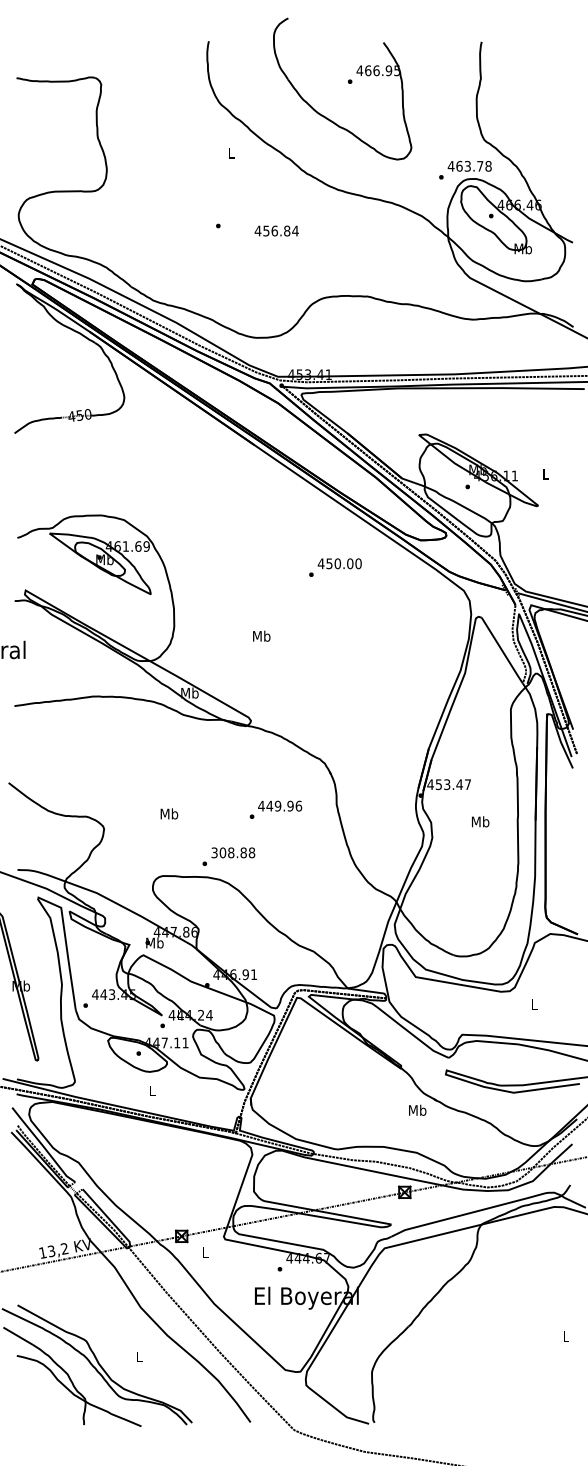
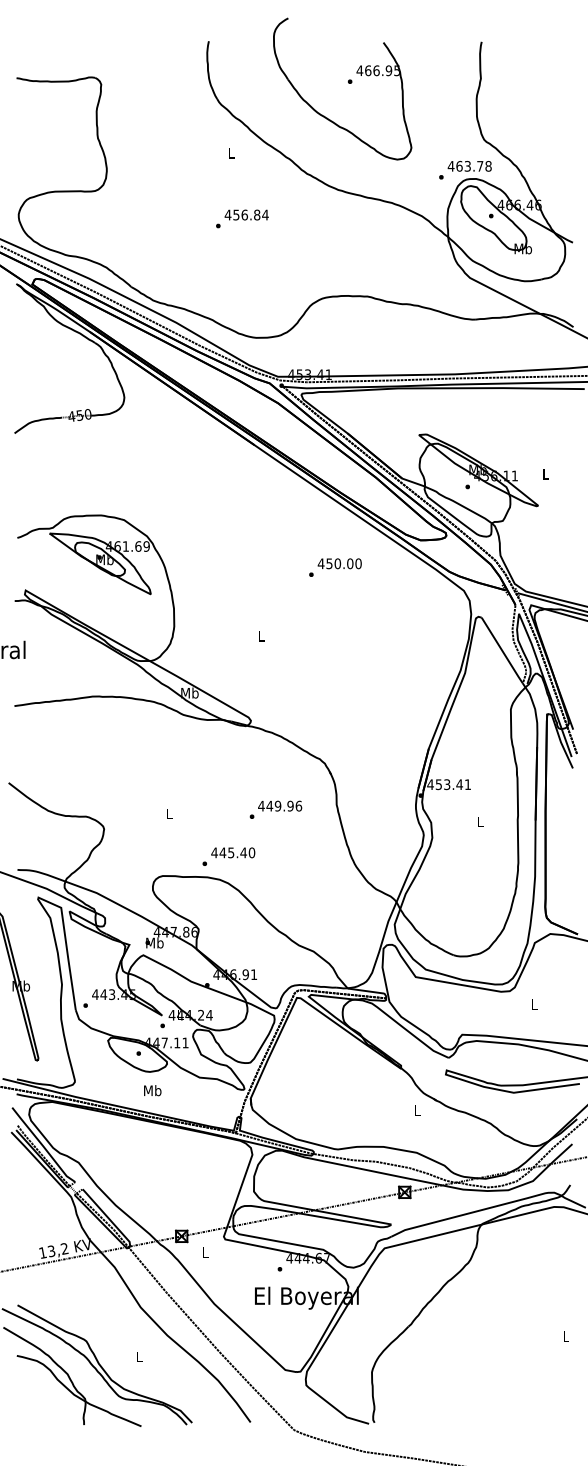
text at (276, 230) position: (276, 230) -> (246, 214)
text at (261, 635): Mb -> L
text at (467, 784): 453.47 -> 453.41
text at (169, 813): Mb -> L
text at (480, 821): Mb -> L
text at (233, 852): 308.88 -> 445.40
text at (152, 1090): L -> Mb
text at (417, 1109): Mb -> L
